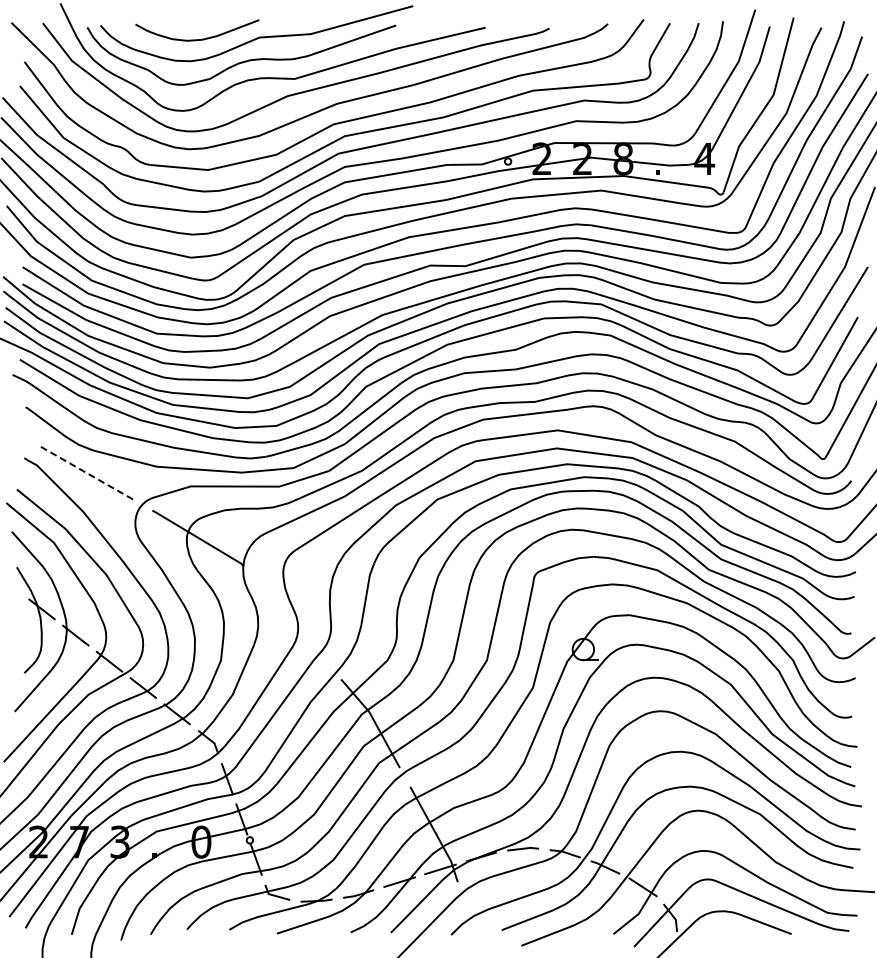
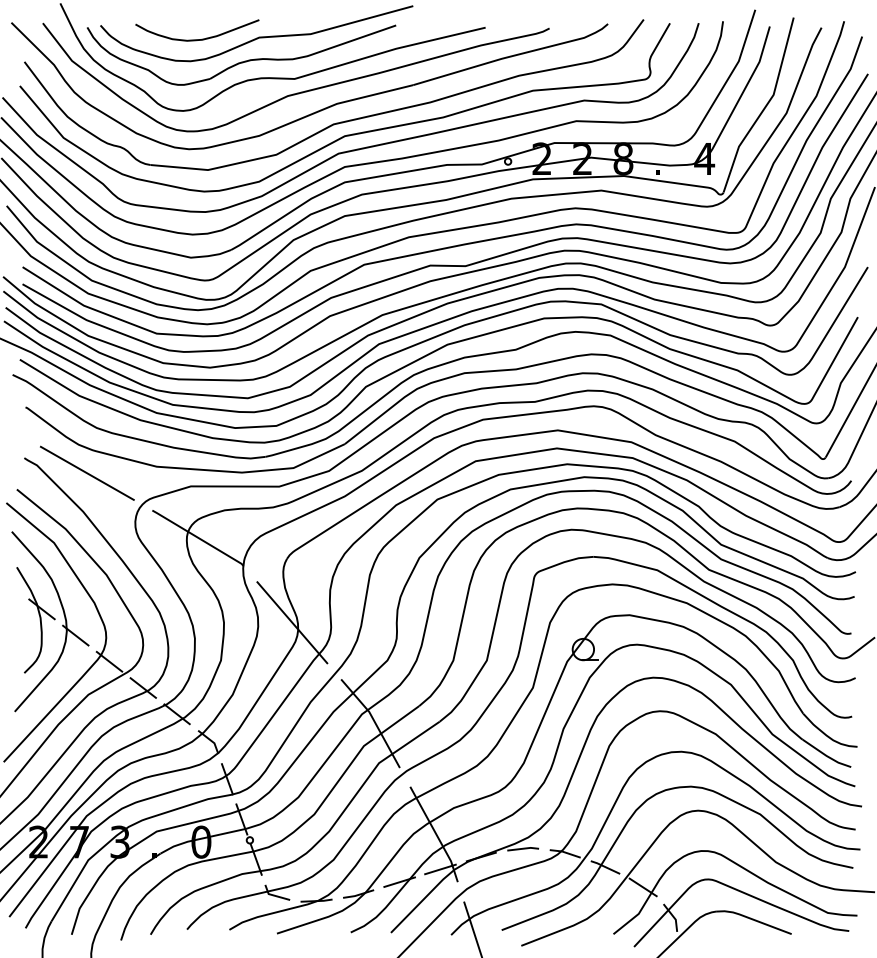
line at (87, 473): dashed -> solid
line at (292, 622): none -> present
line at (472, 928): none -> present
